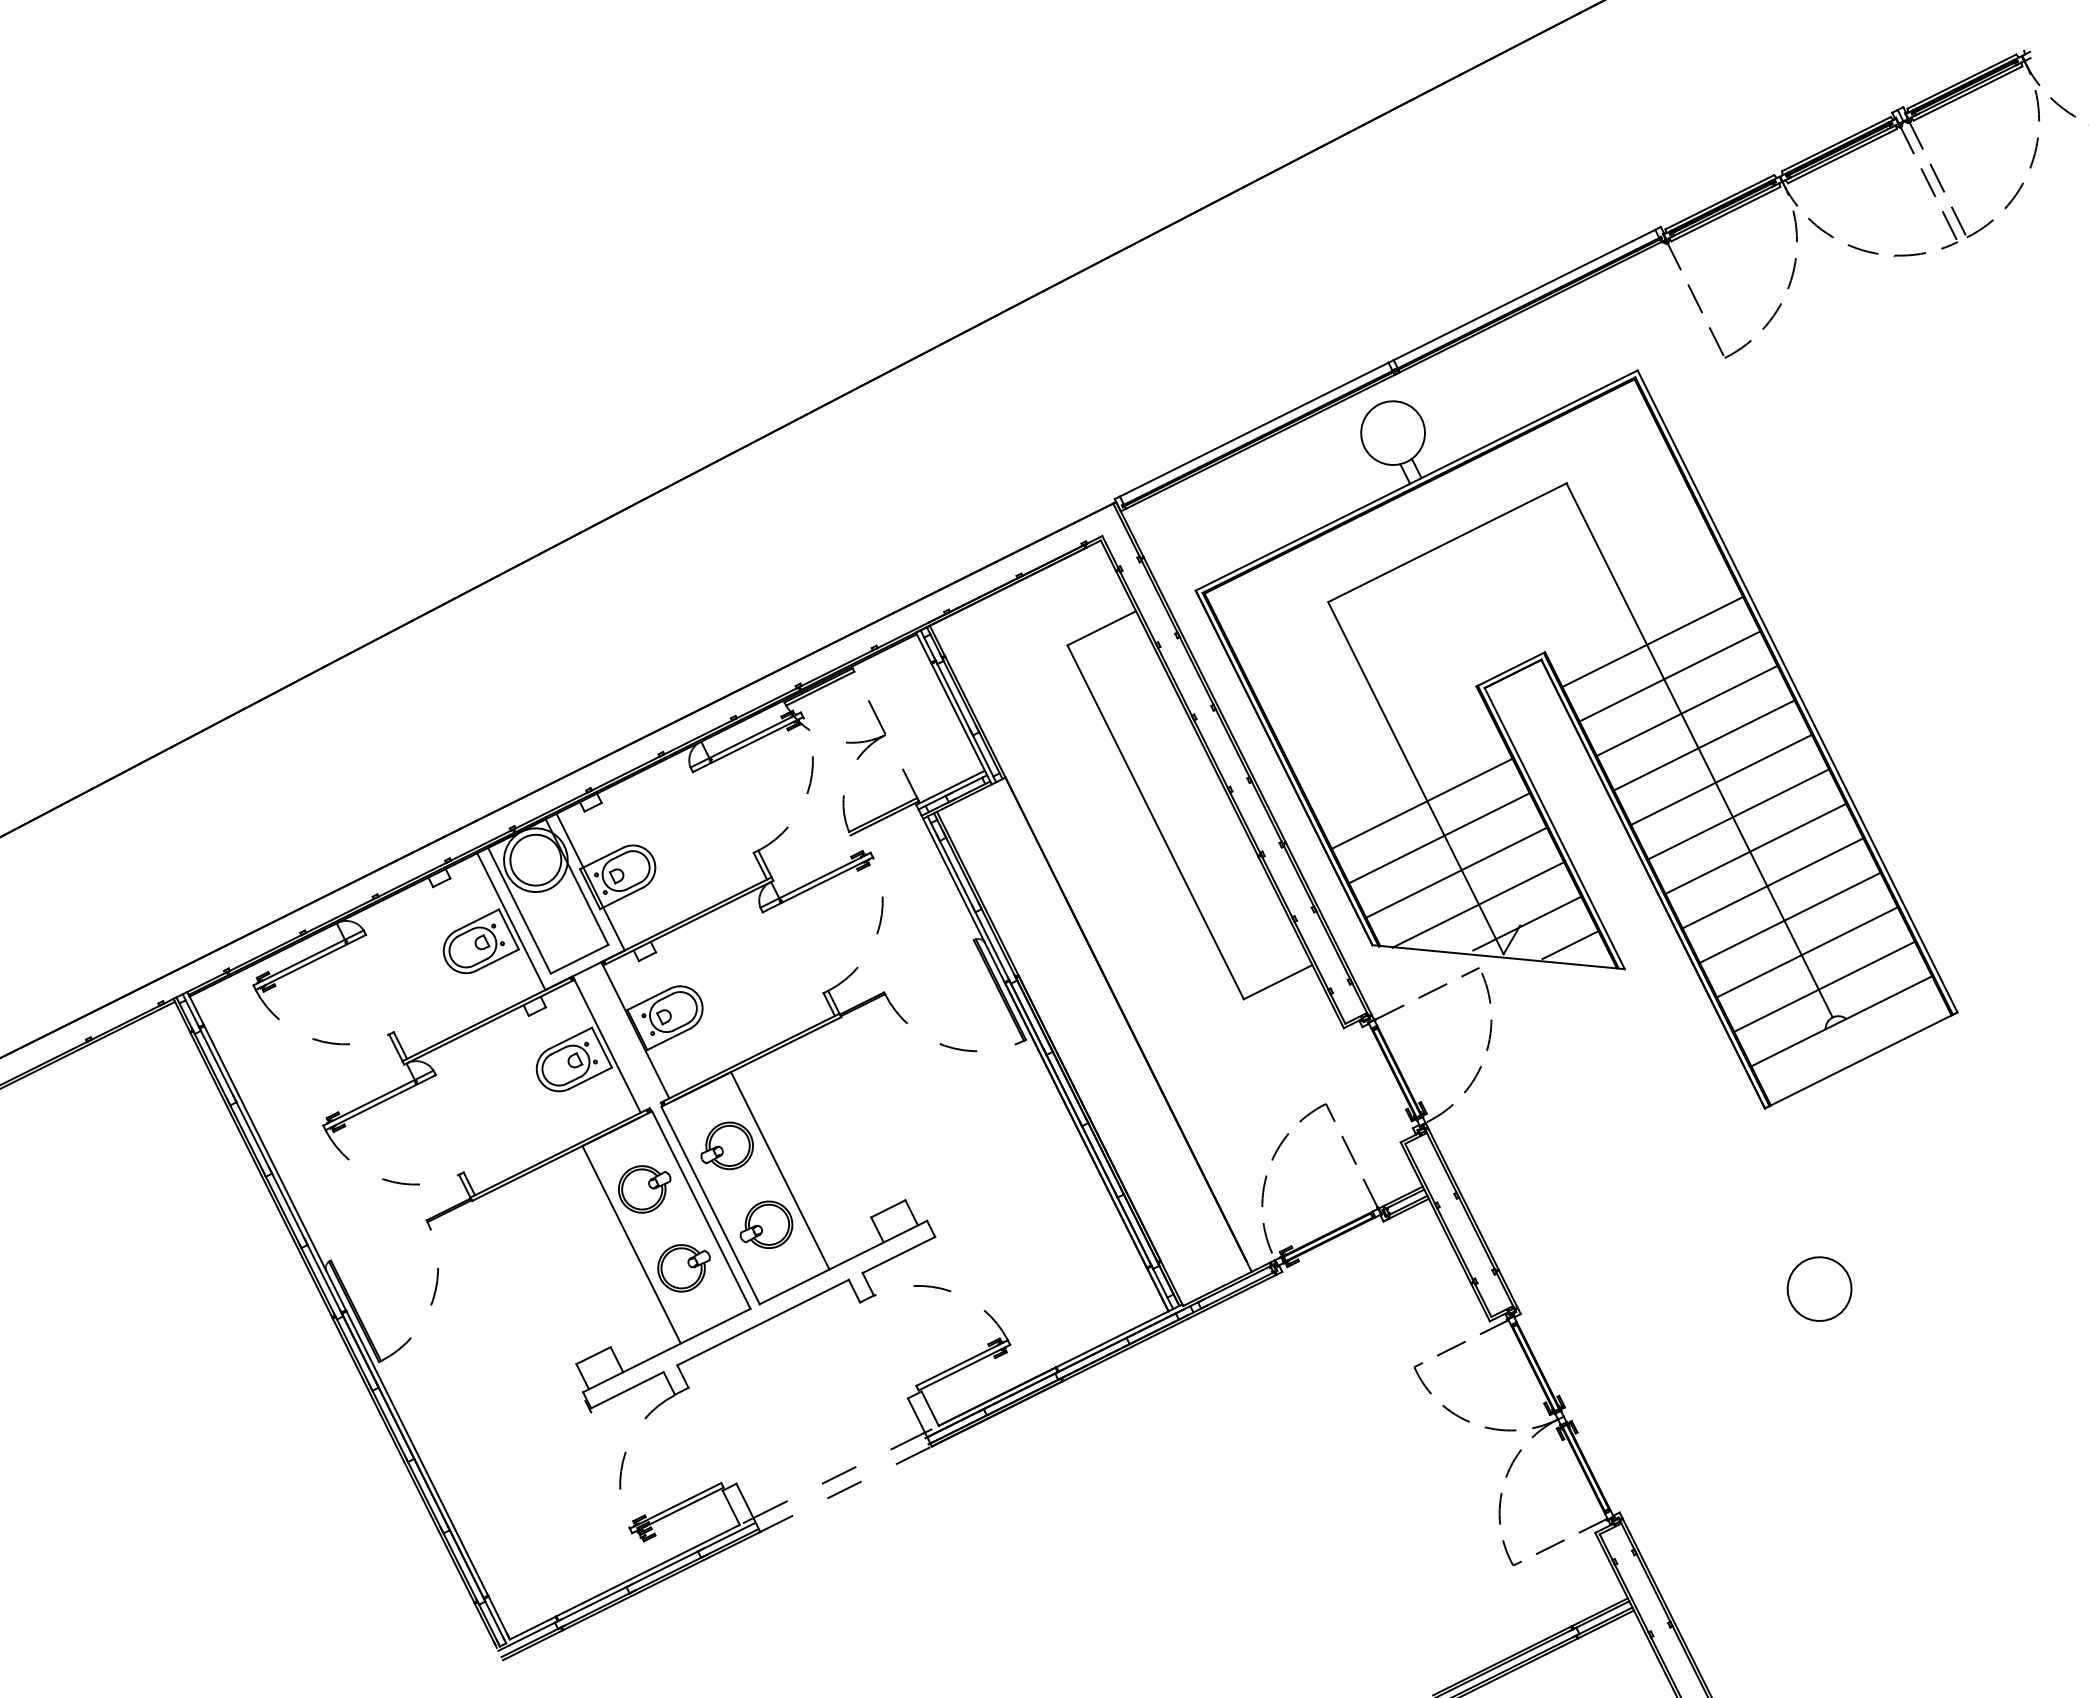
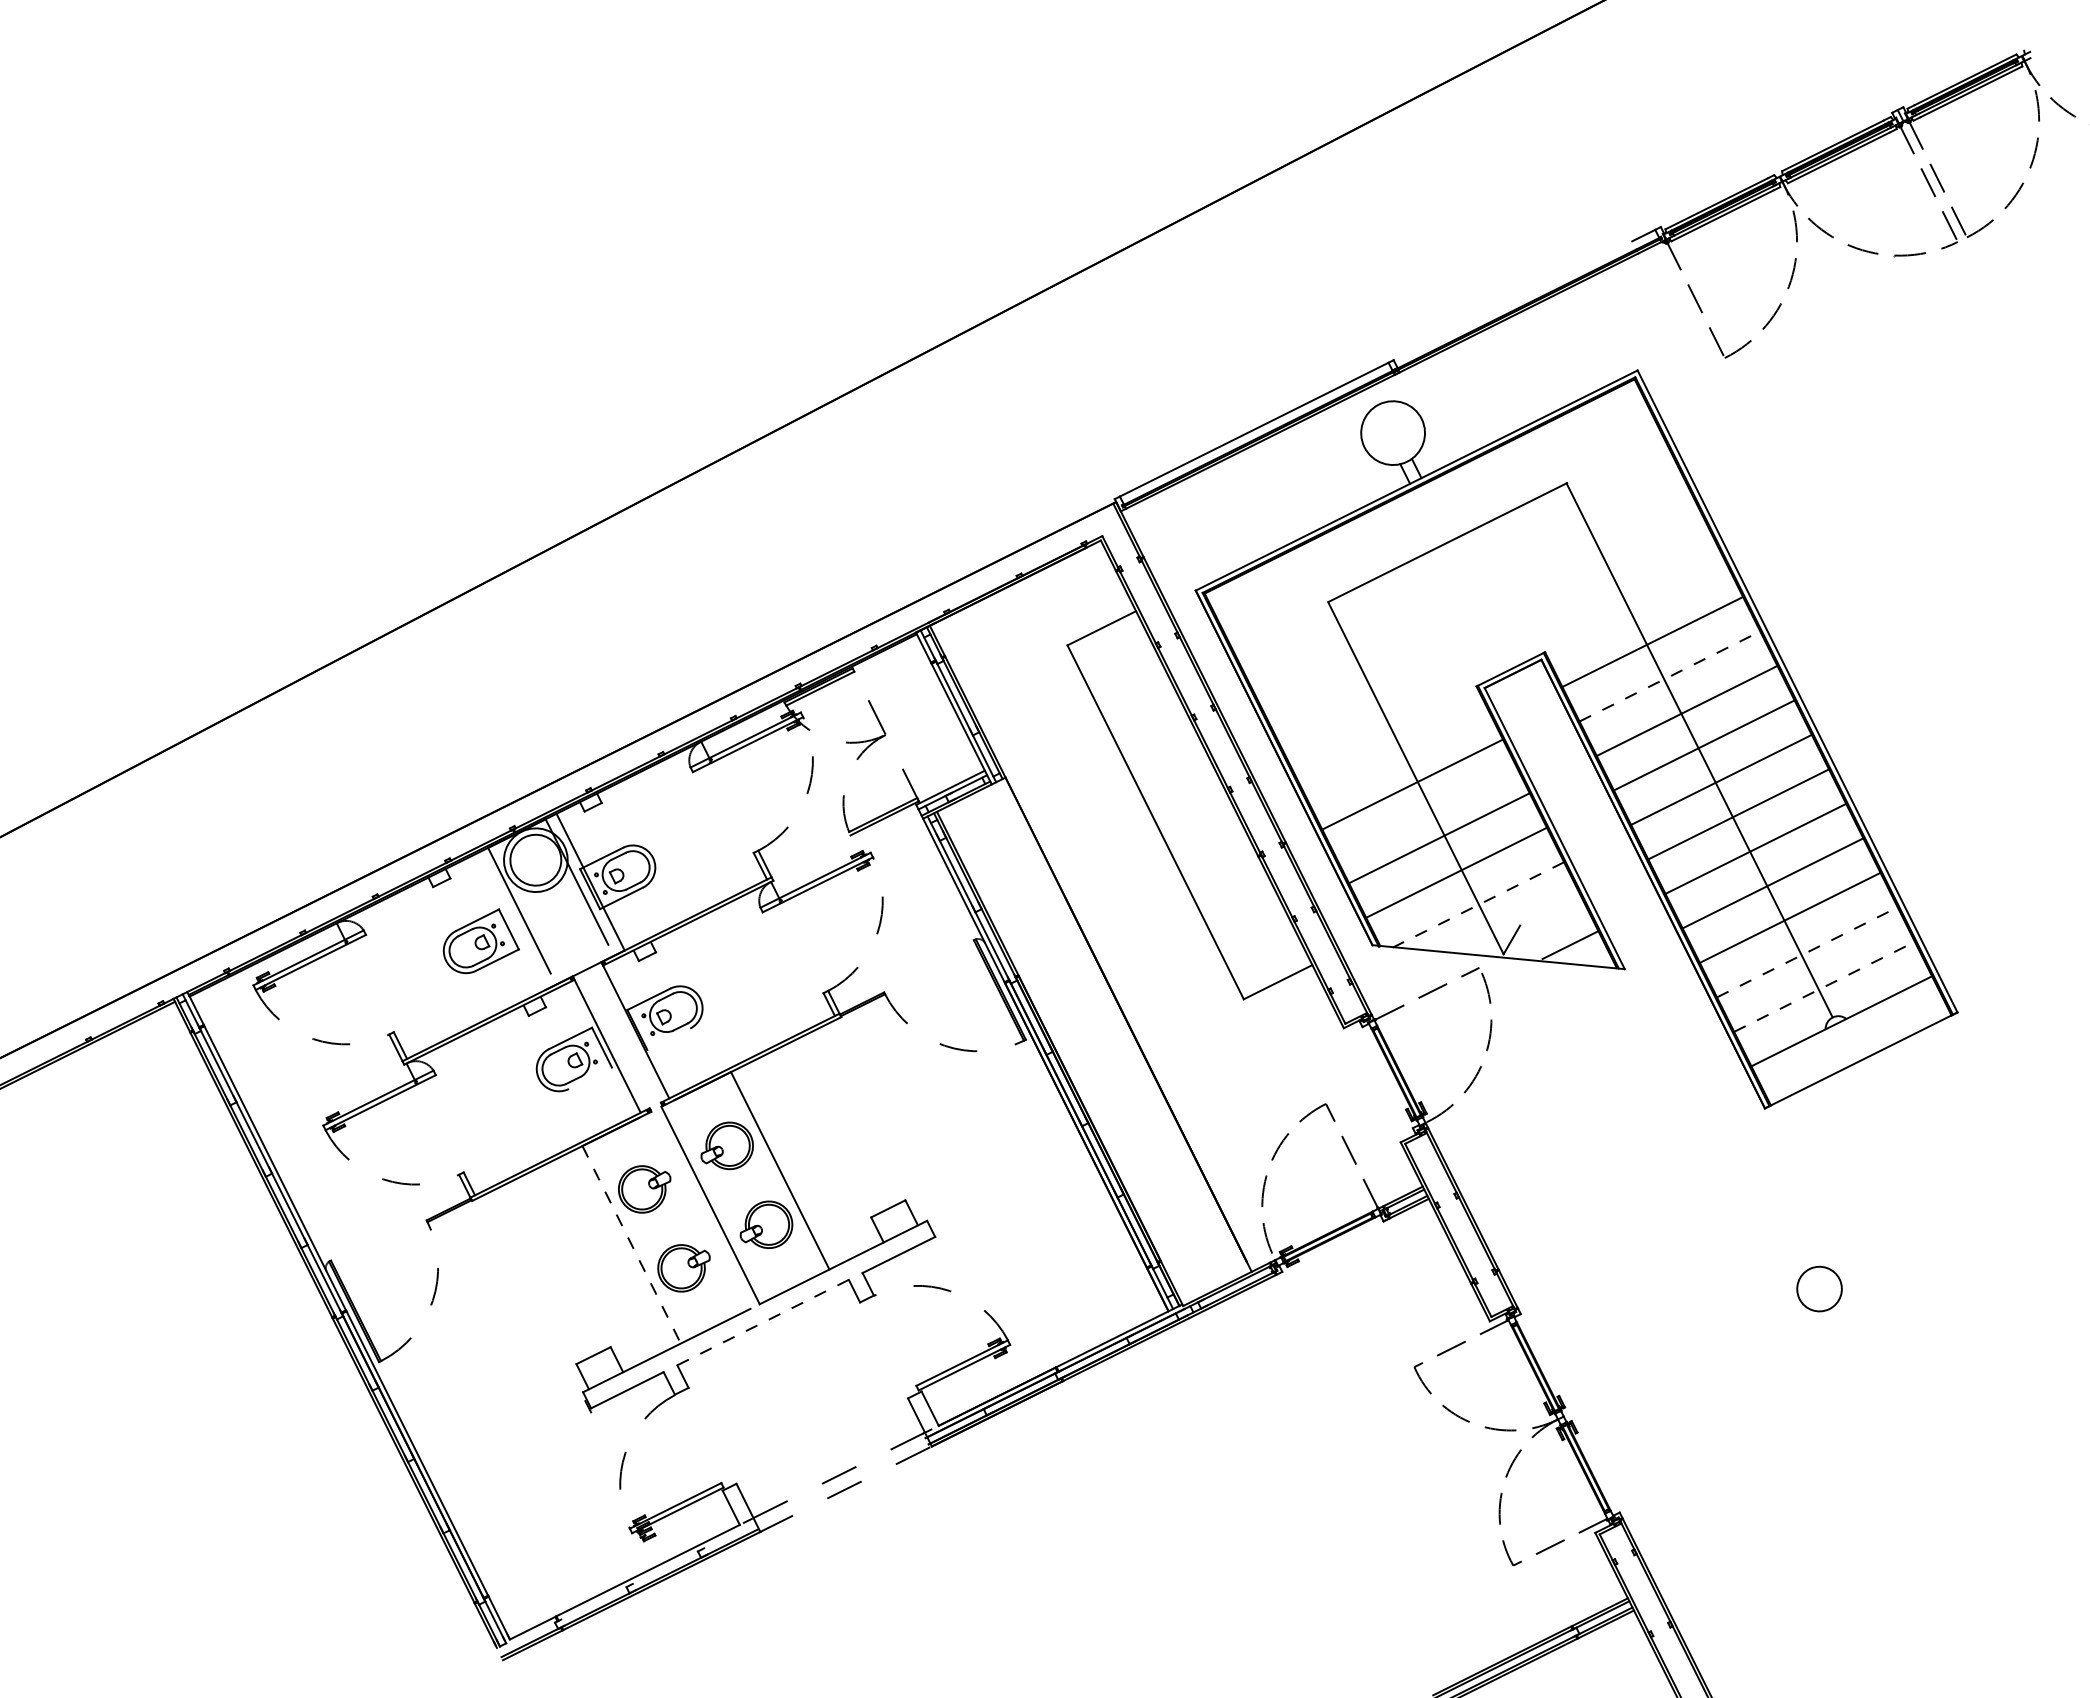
line at (1512, 300): present -> none
line at (1669, 676): solid -> dashed
line at (1421, 803) position: (1421, 803) -> (1411, 784)
line at (1478, 904): solid -> dashed
line at (511, 921): present -> none
line at (1527, 923): present -> none
line at (1807, 952): solid -> dashed
line at (579, 958): present -> none
line at (1824, 986): solid -> dashed
line at (668, 1038): present -> none
line at (590, 1078): present -> none
line at (701, 1209): present -> none
line at (631, 1245): solid -> dashed
part at (1819, 1288) size: 67x66 px -> 47x48 px
line at (763, 1322): solid -> dashed
line at (626, 1586): present -> none
